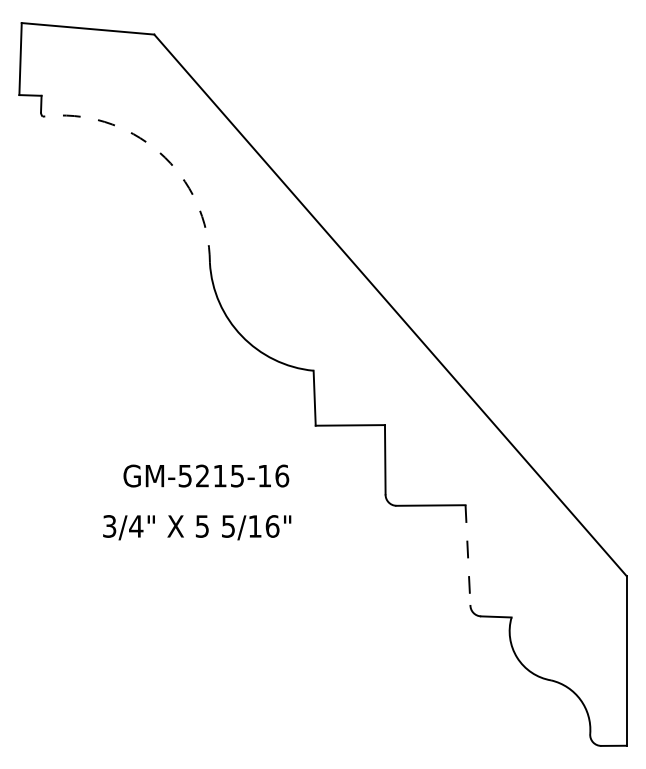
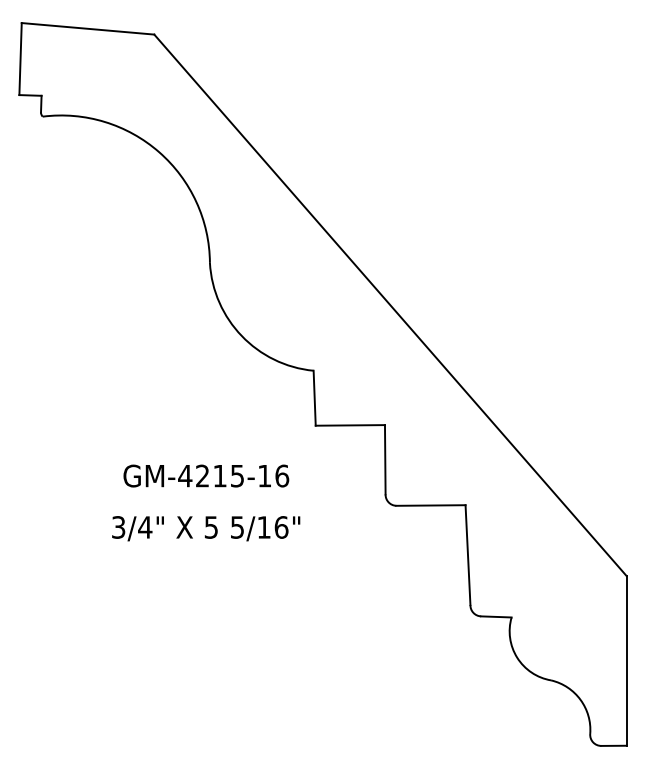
arc at (159, 152): dashed -> solid
text at (185, 476): GM-5215-16 -> GM-4215-16
text at (197, 527) position: (197, 527) -> (206, 528)
line at (467, 555): dashed -> solid
